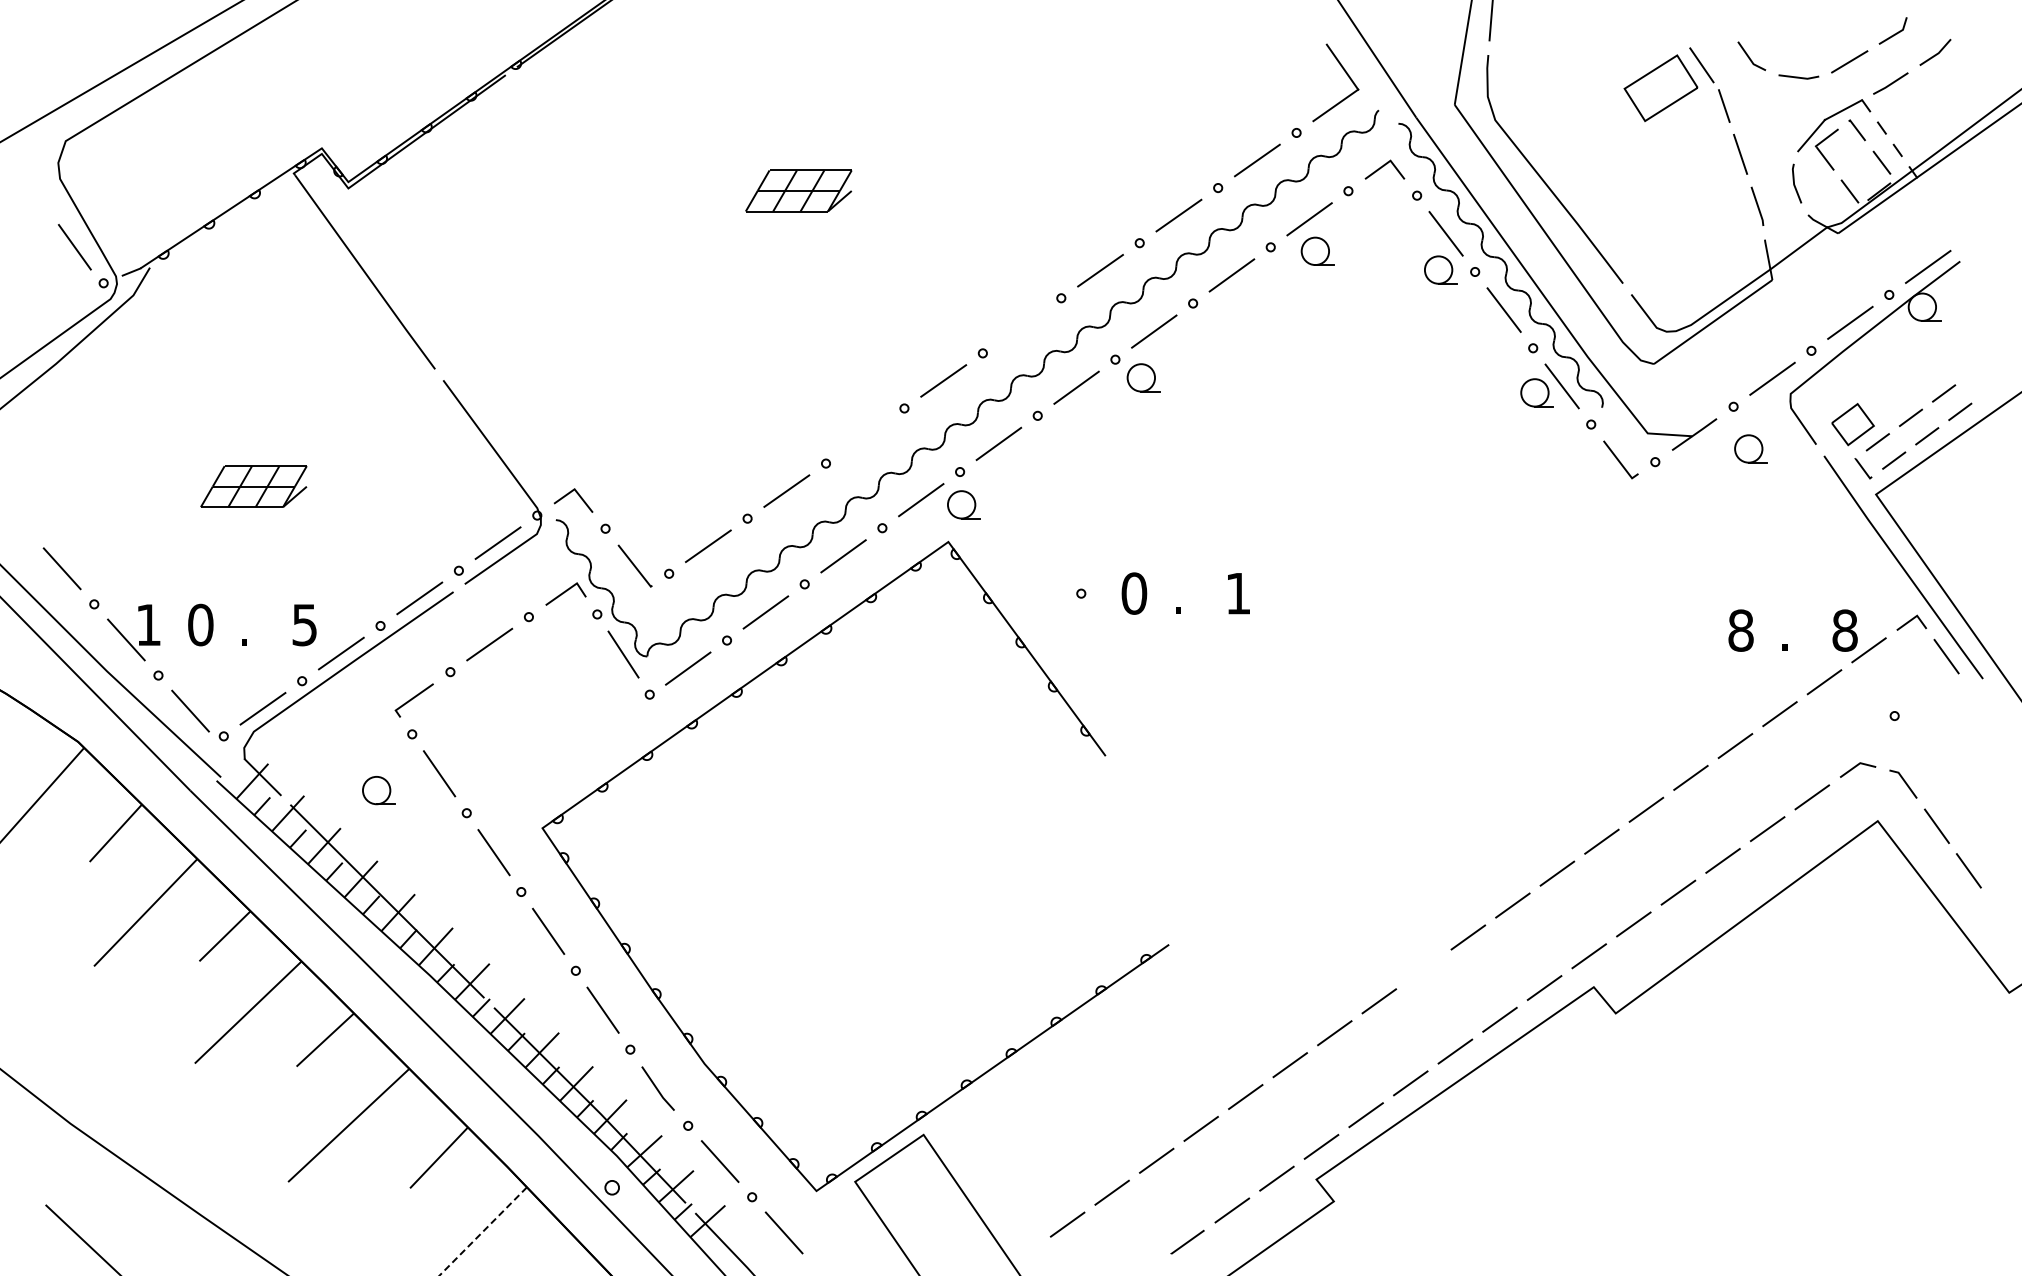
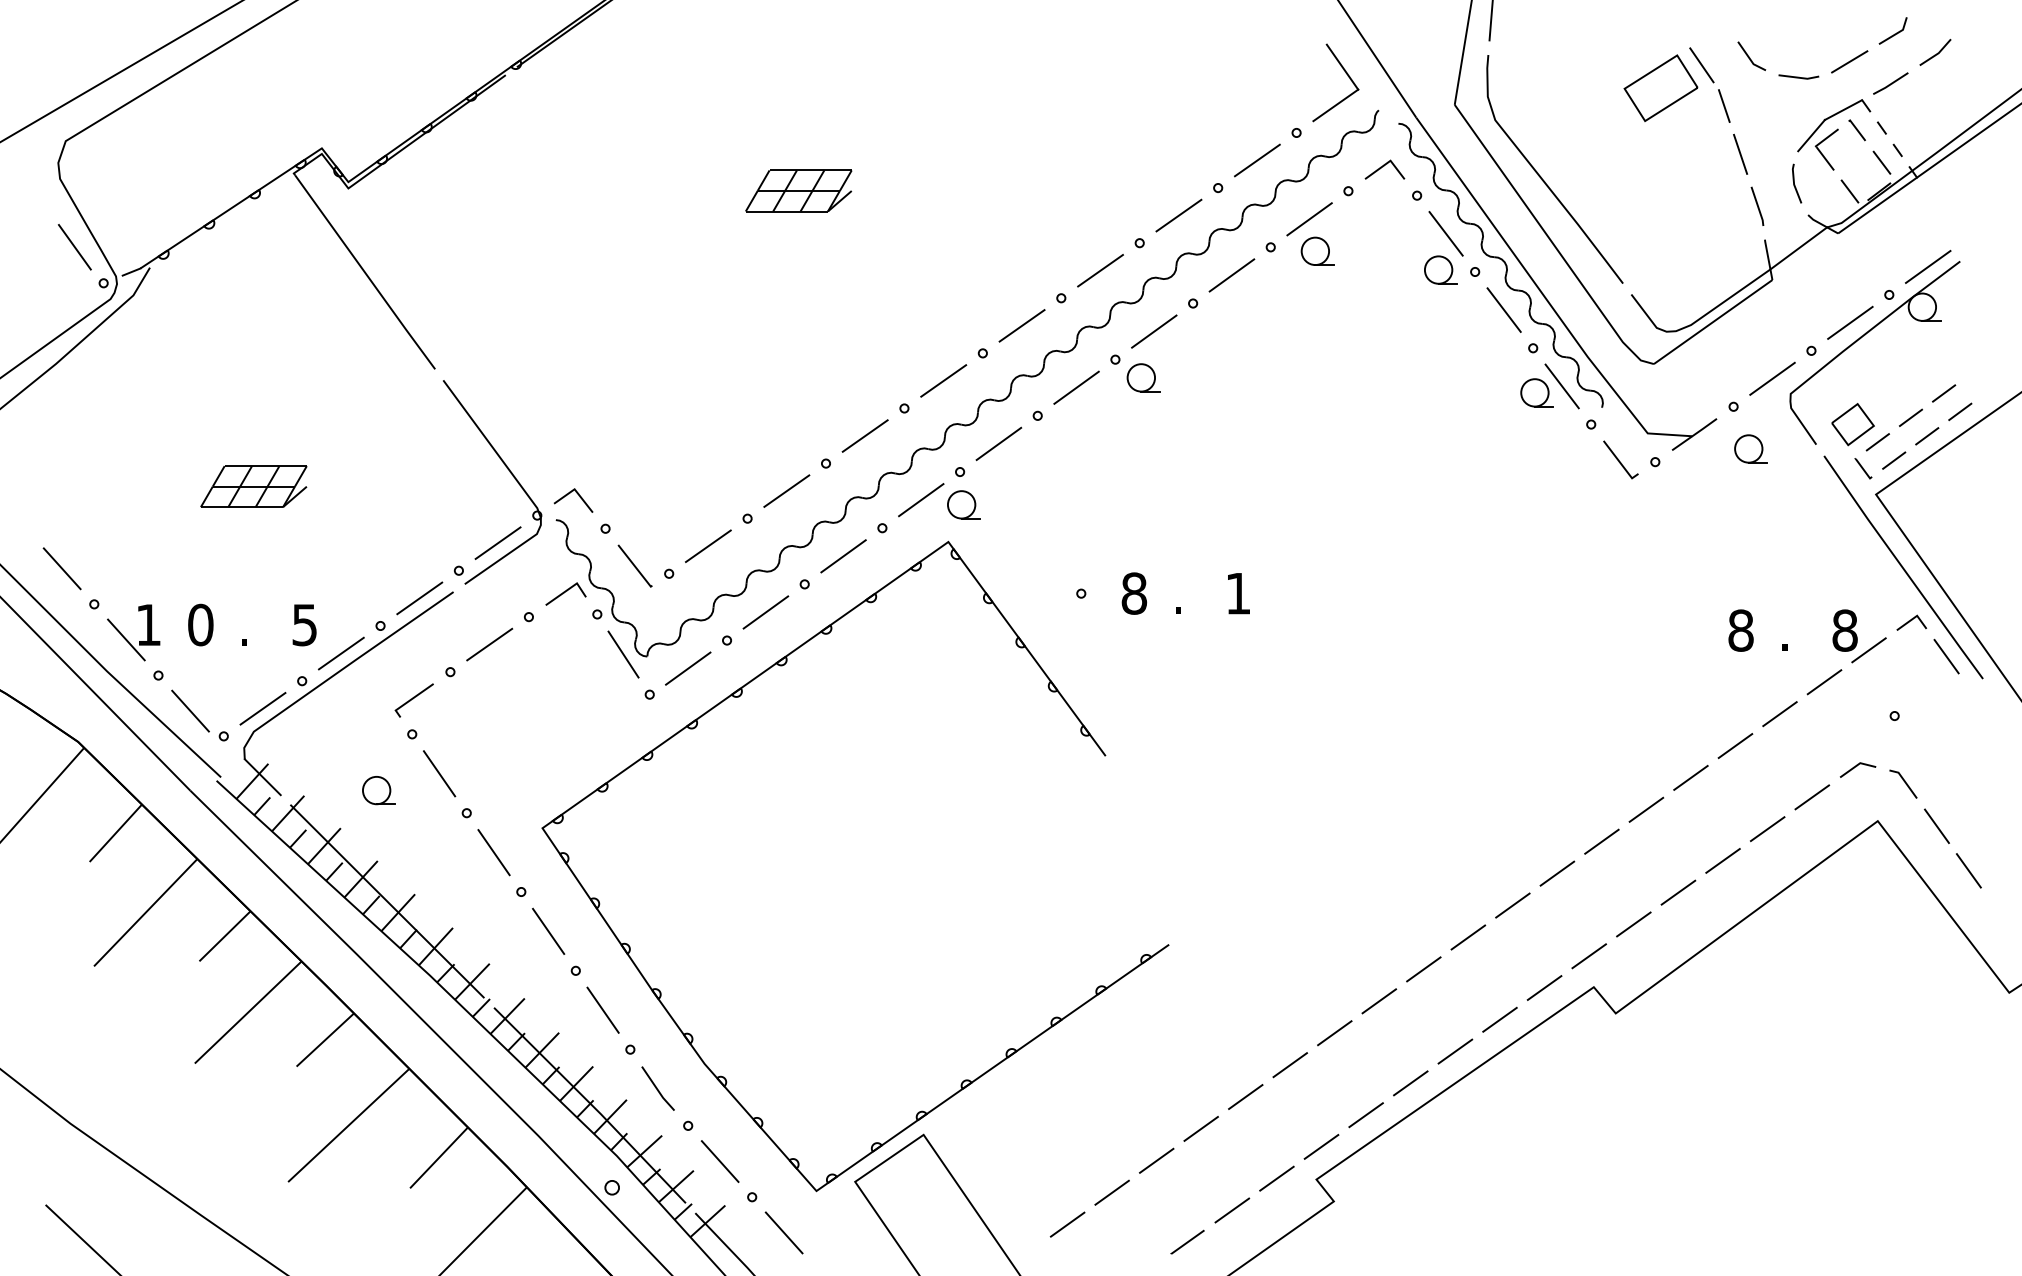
line at (1021, 325): none -> present
line at (864, 435): none -> present
text at (1134, 593): 0 -> 8
line at (1423, 969): none -> present
line at (482, 1231): dashed -> solid
